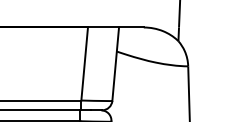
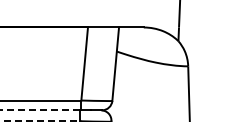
line at (40, 110): solid -> dashed
line at (40, 121): solid -> dashed
